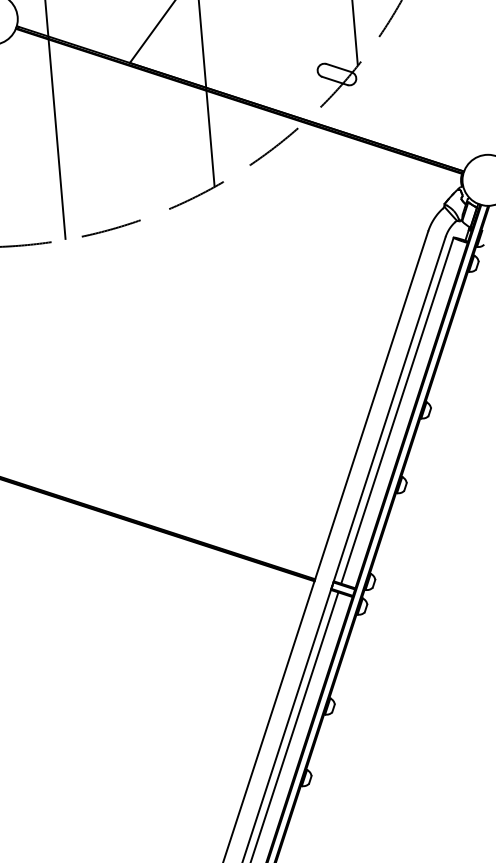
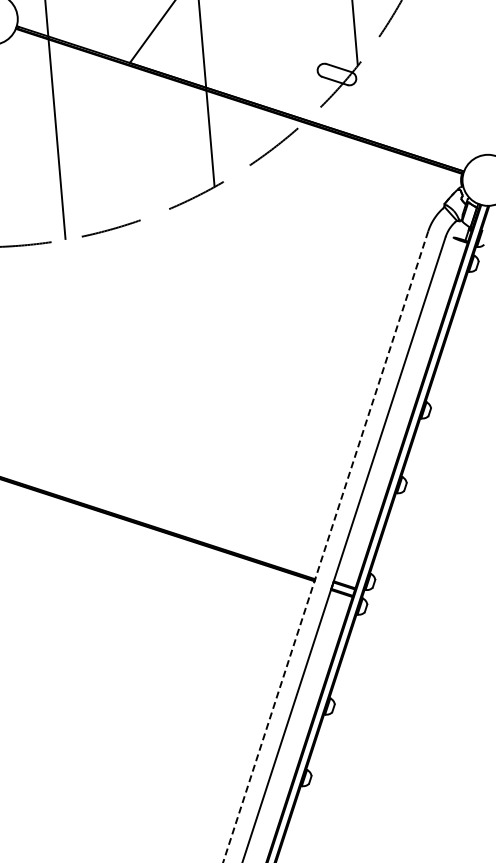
line at (397, 410): present -> none
line at (325, 546): solid -> dashed
line at (294, 725): present -> none
